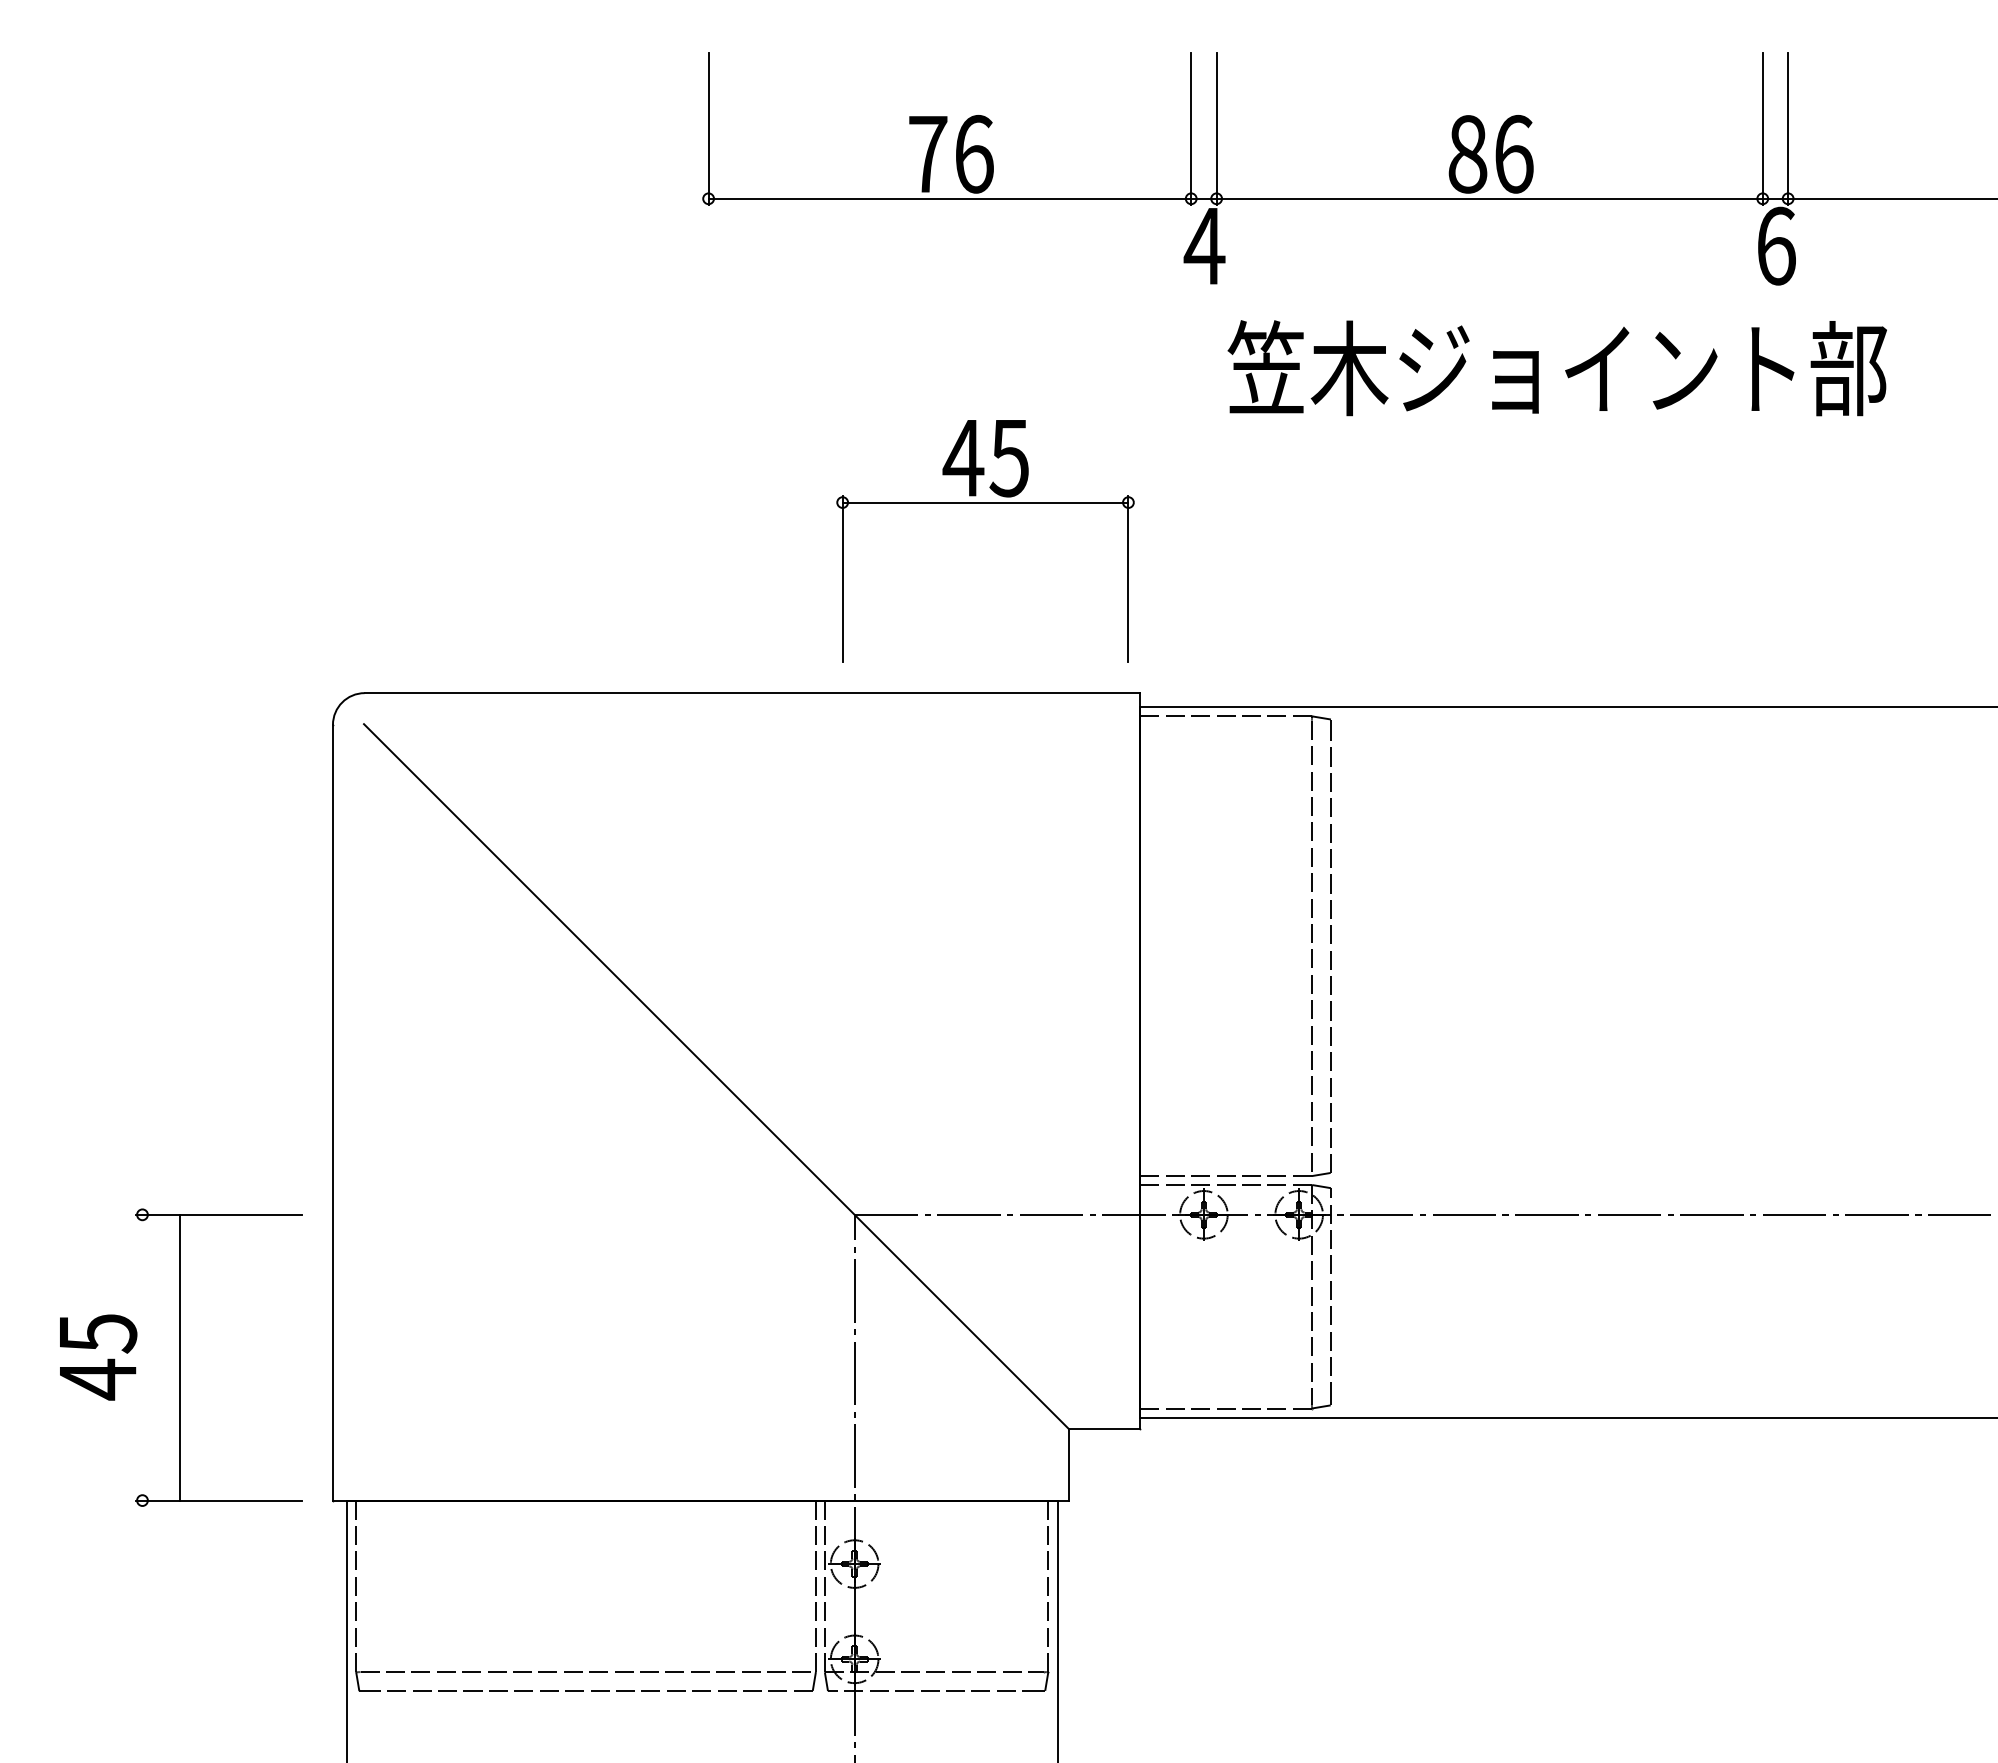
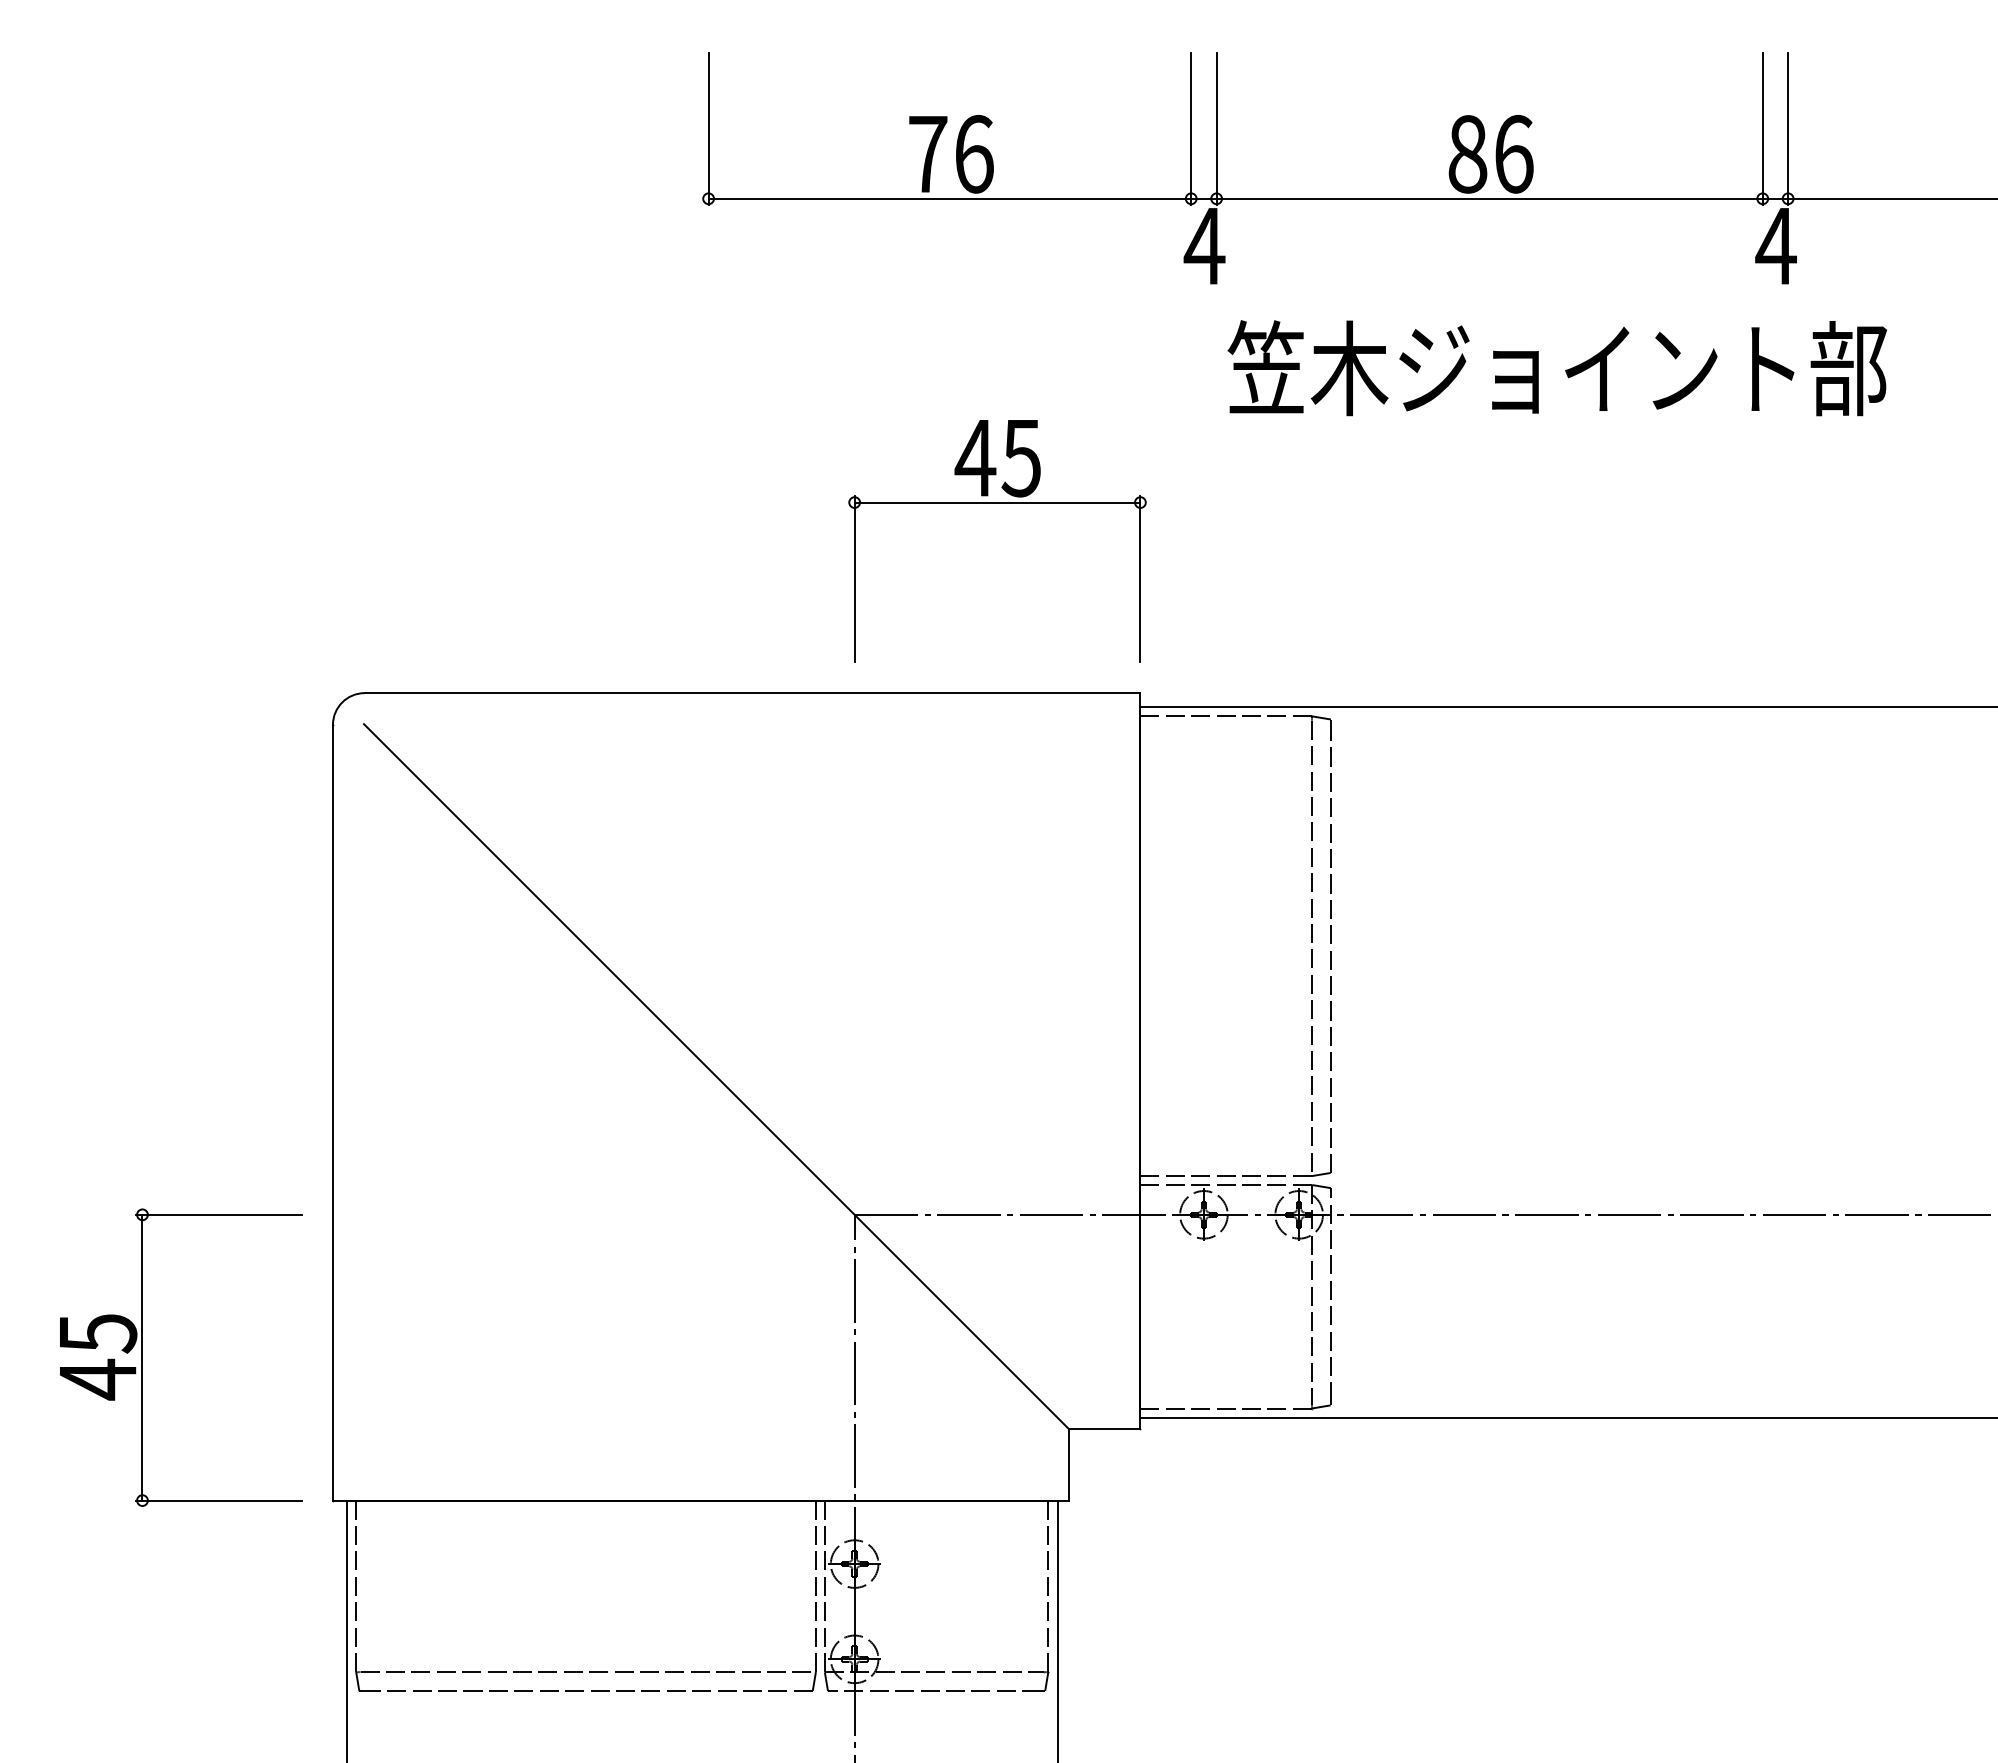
text at (1775, 245): 6 -> 4
part at (985, 503) position: (985, 503) -> (997, 503)
line at (180, 1357) position: (180, 1357) -> (142, 1357)
